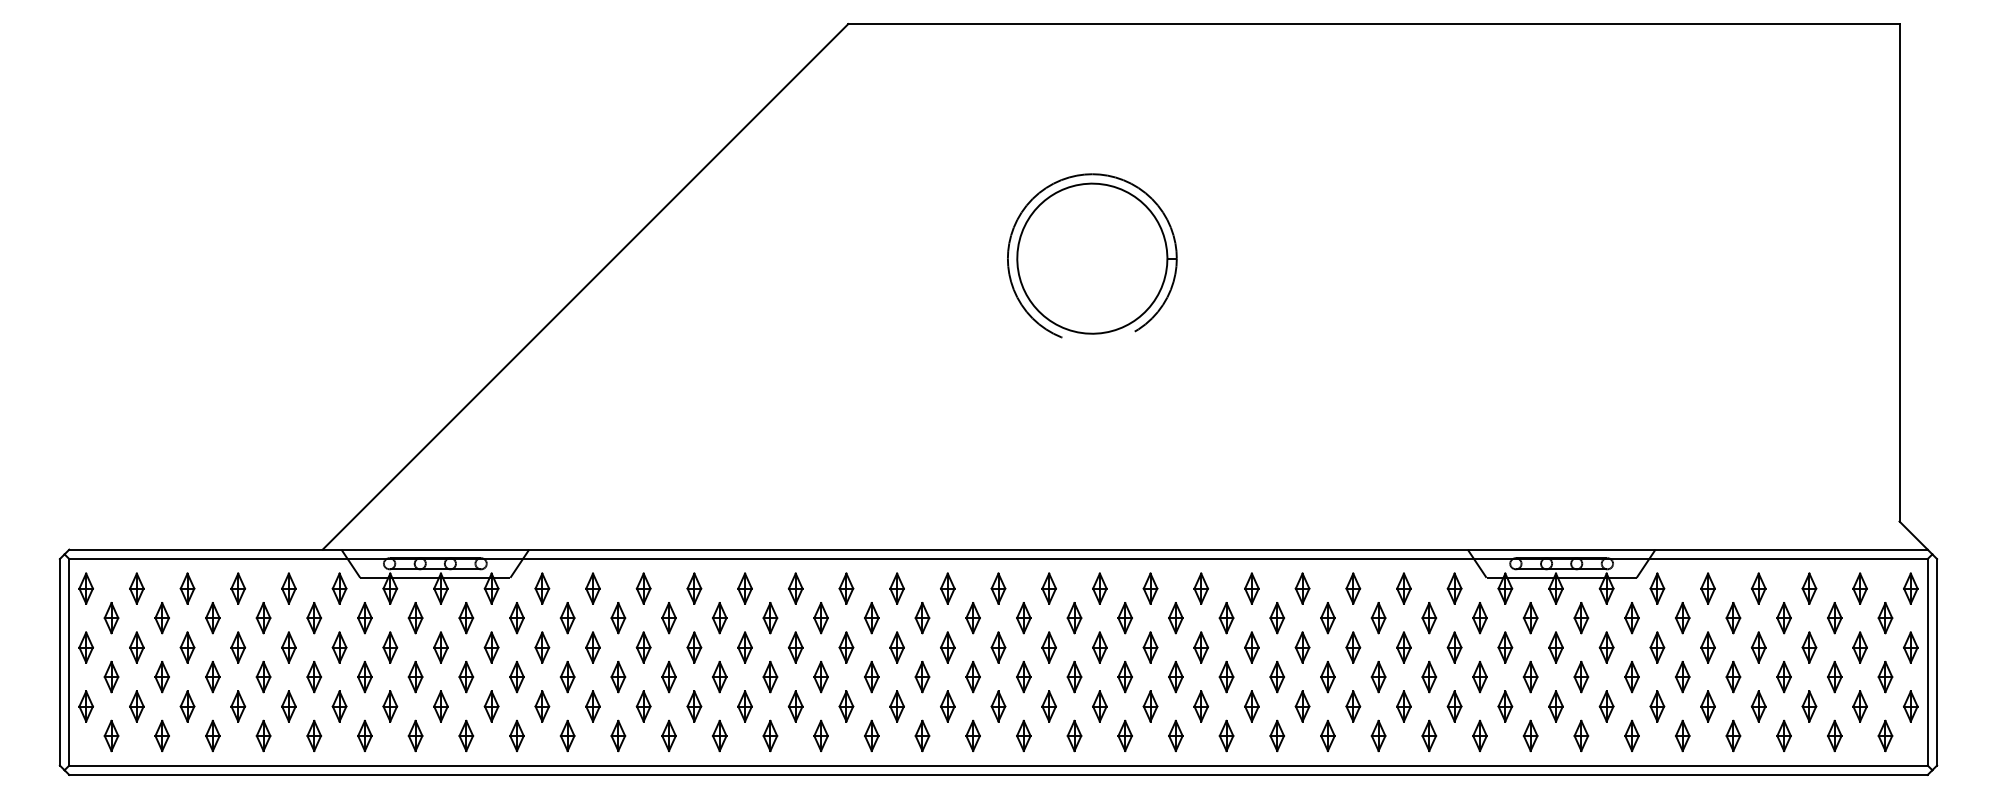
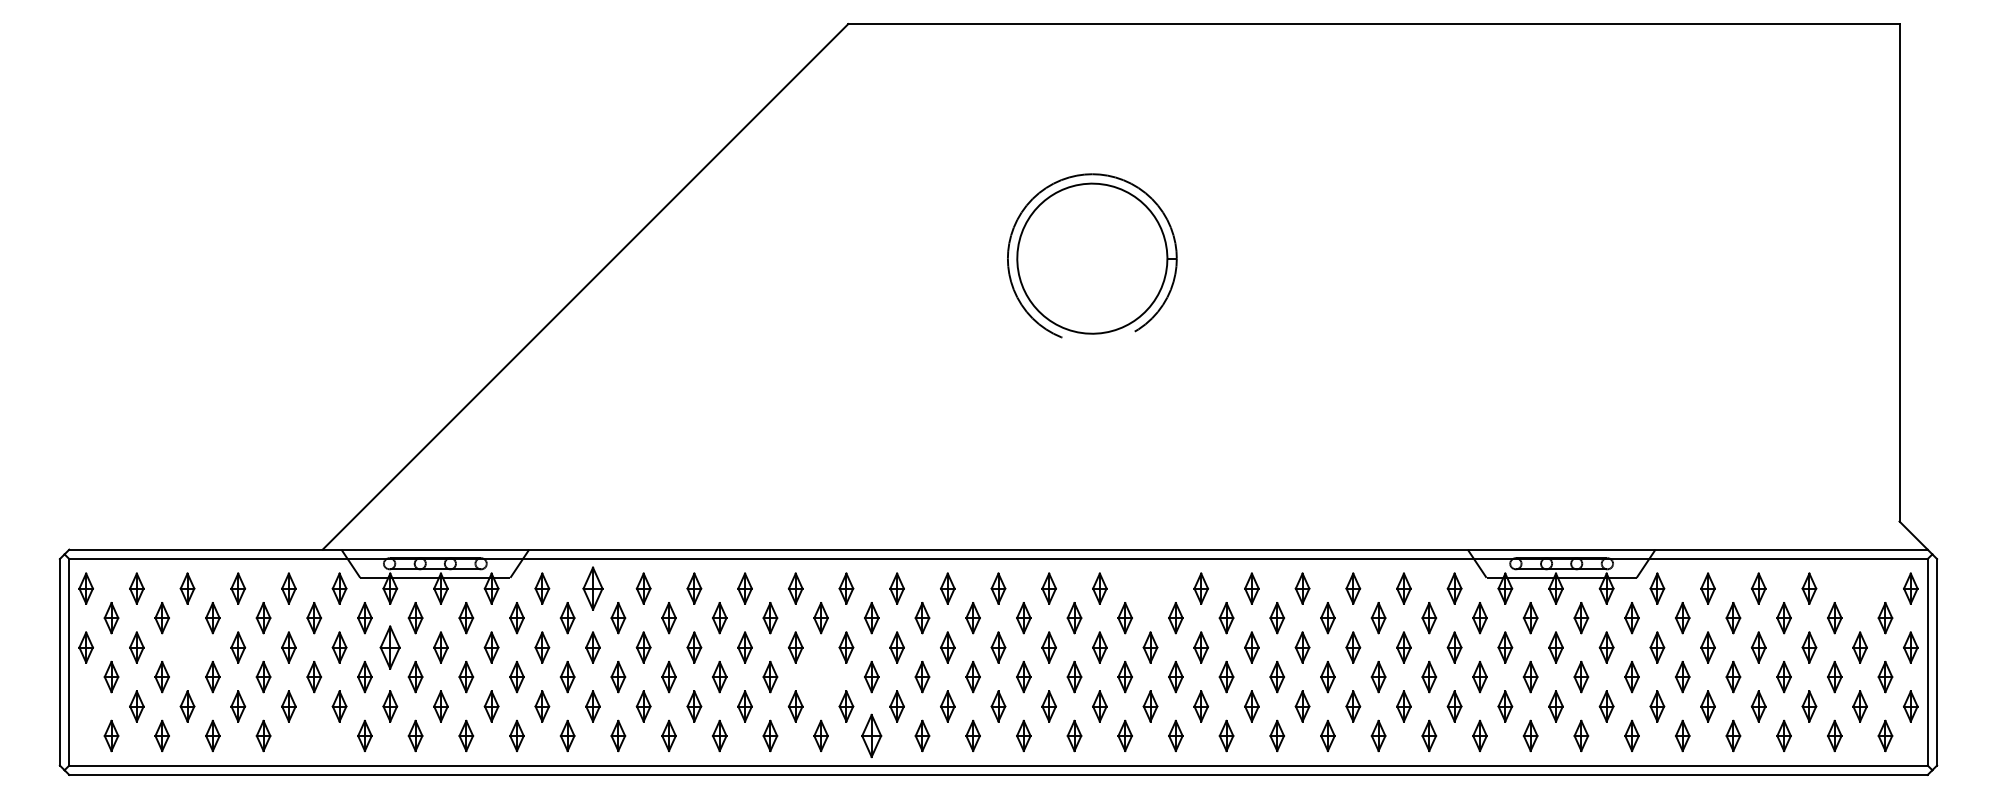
part at (592, 588) size: 16x33 px -> 22x45 px
part at (1150, 588): present -> none
part at (1859, 588): present -> none
part at (187, 647): present -> none
part at (390, 647) size: 17x33 px -> 22x45 px
part at (820, 677): present -> none
part at (85, 706): present -> none
part at (313, 735): present -> none
part at (871, 735) size: 16x34 px -> 22x46 px
